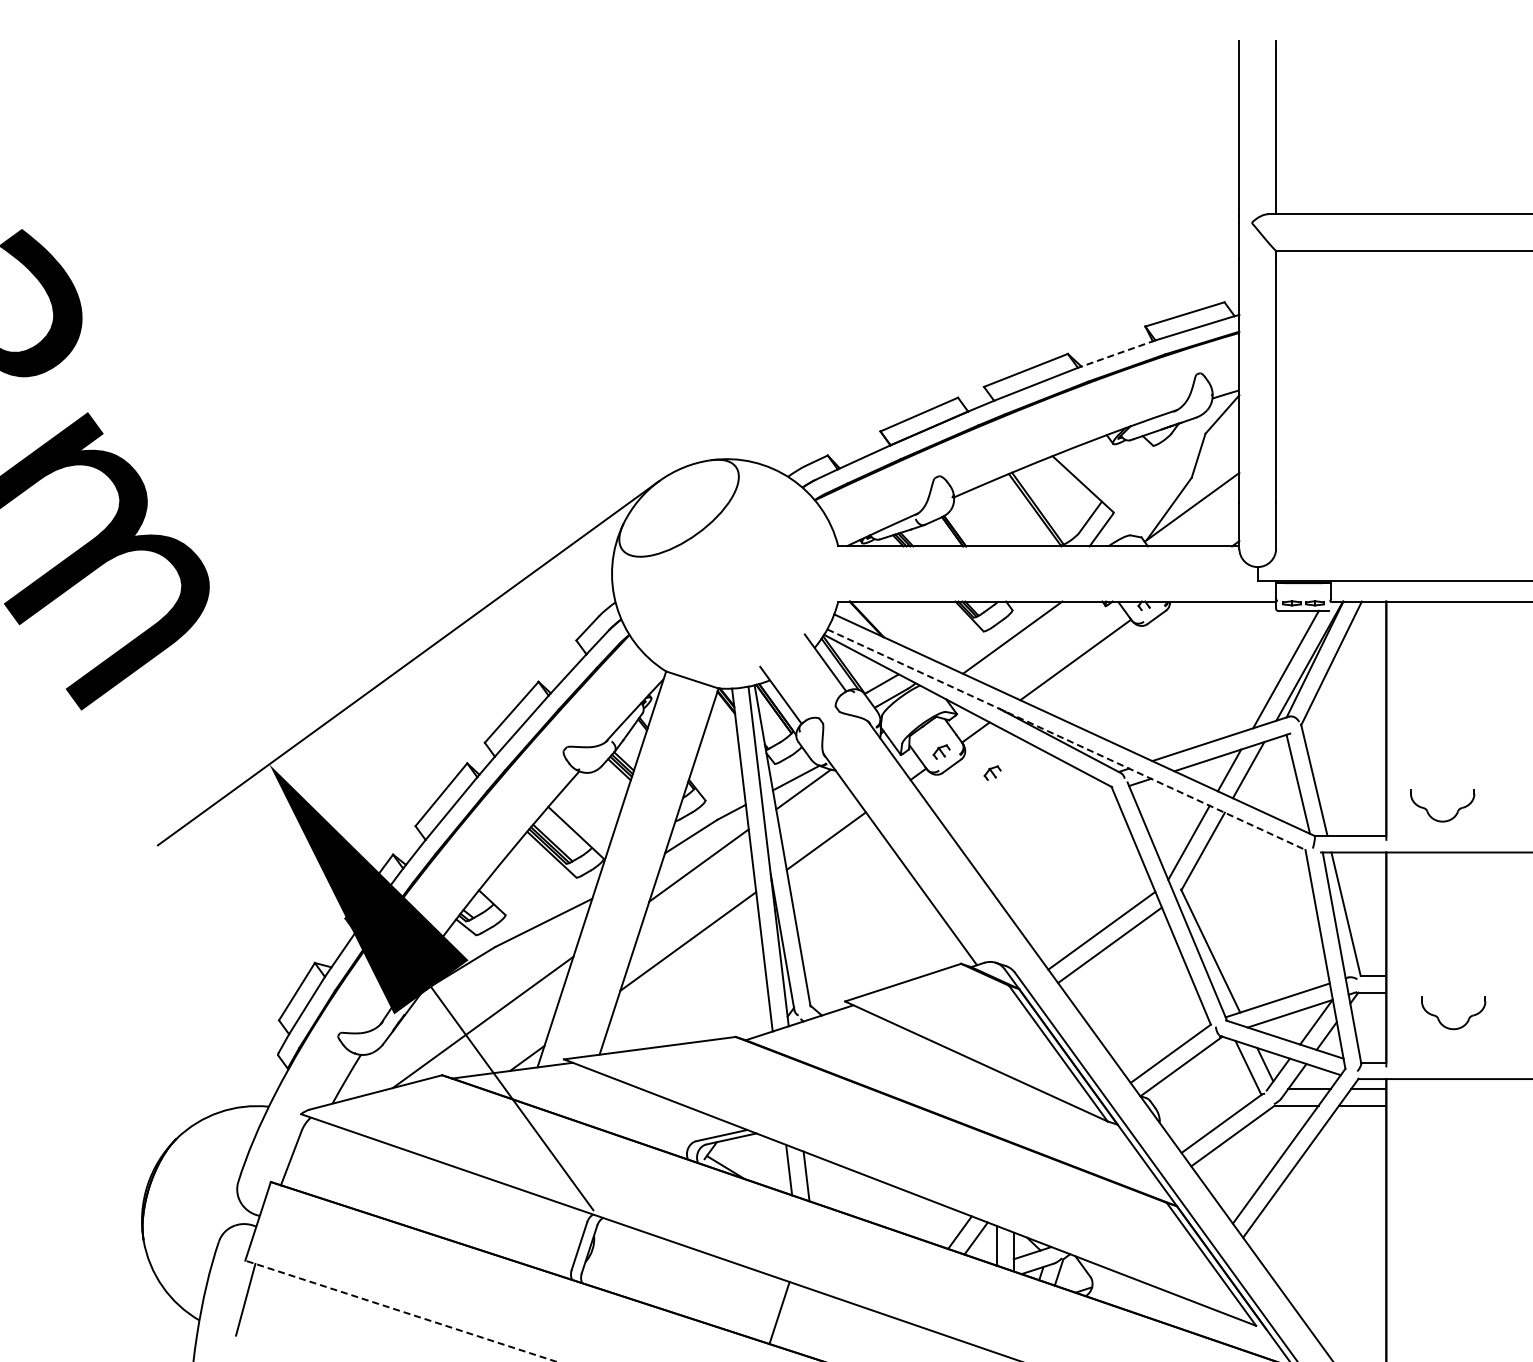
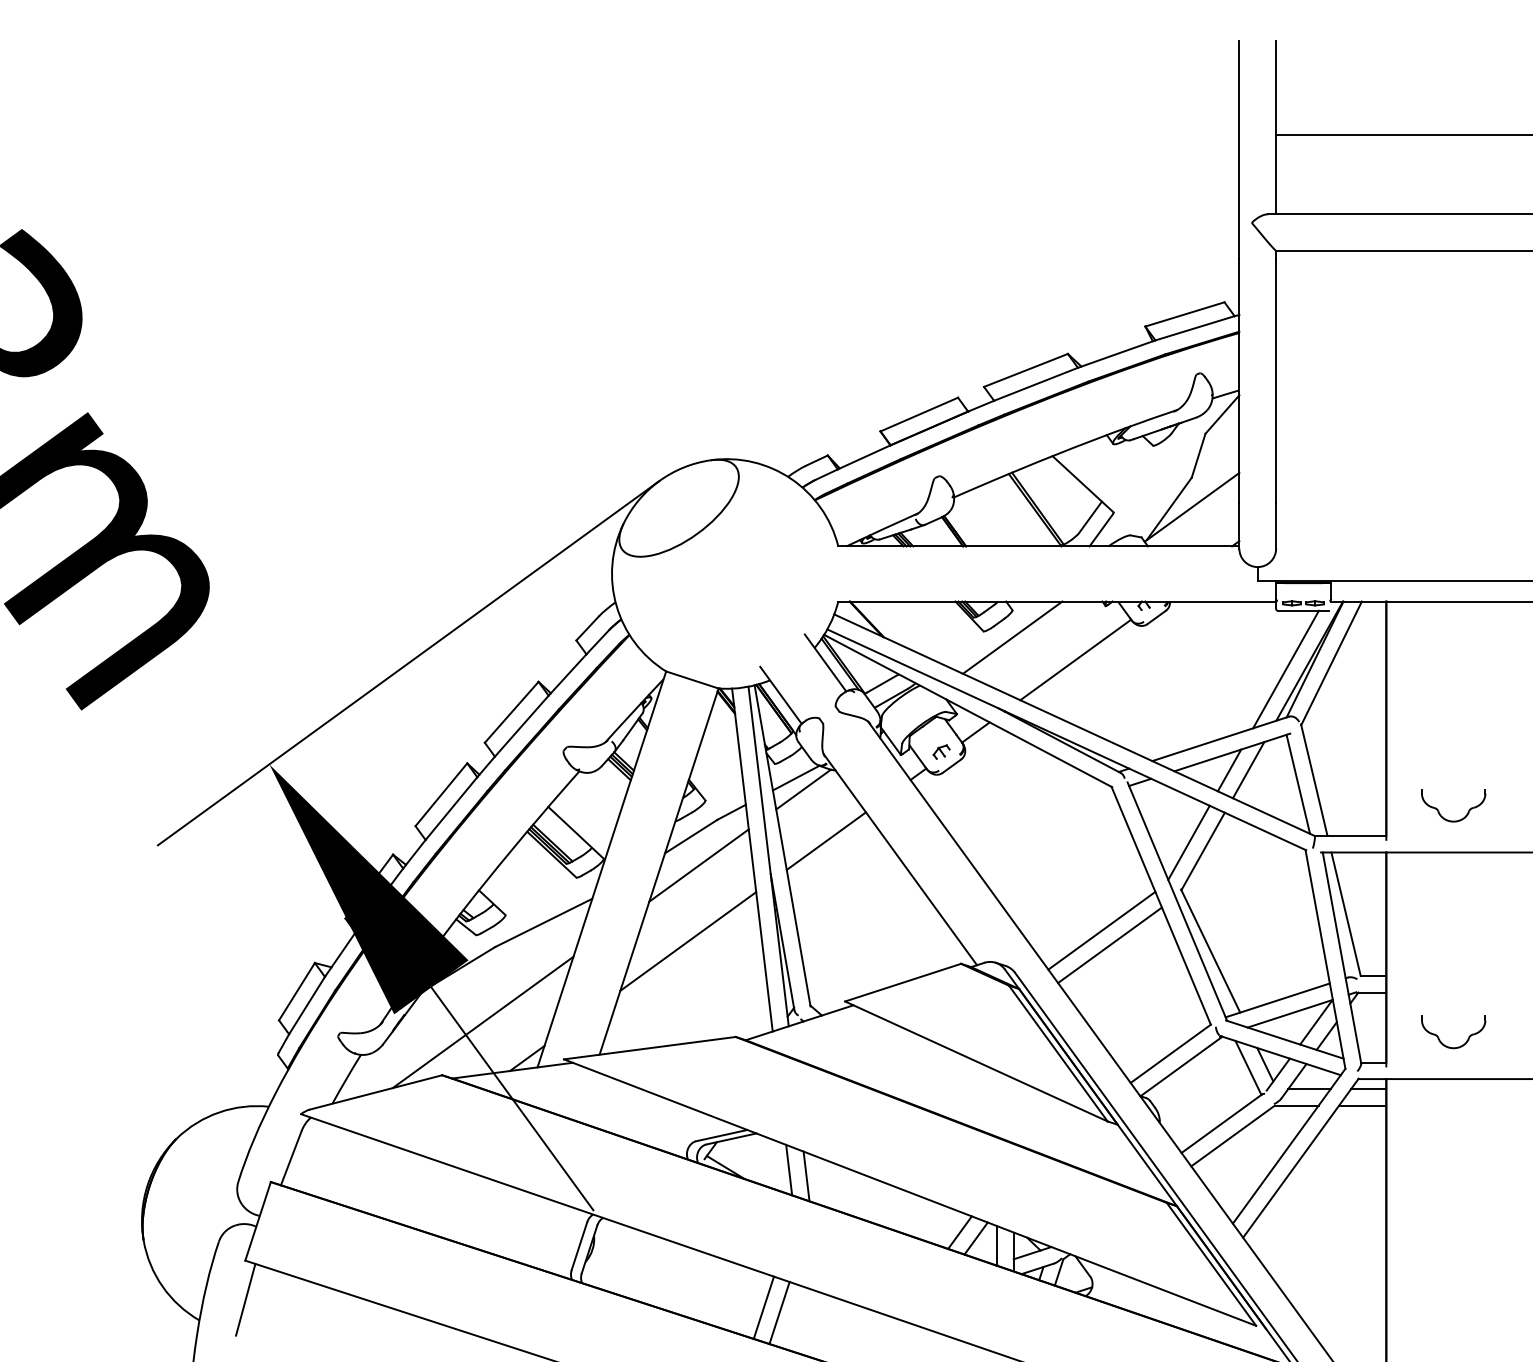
line at (1402, 134): none -> present
line at (1116, 354): dashed -> solid
line at (1066, 739): dashed -> solid
part at (992, 772): present -> none
part at (1437, 819) position: (1437, 819) -> (1448, 819)
part at (1449, 1027) position: (1449, 1027) -> (1449, 1046)
line at (763, 1307): none -> present
line at (401, 1311): dashed -> solid
